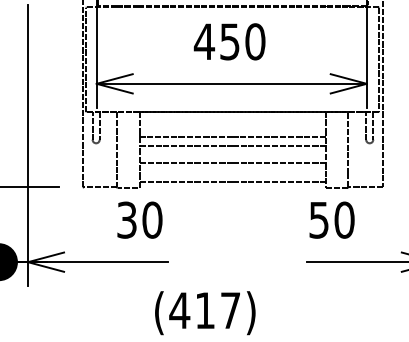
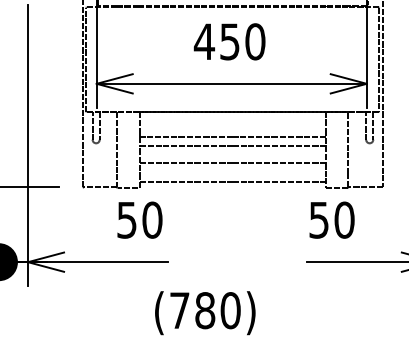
text at (126, 219): 30 -> 50
text at (204, 310): 417 -> 780
